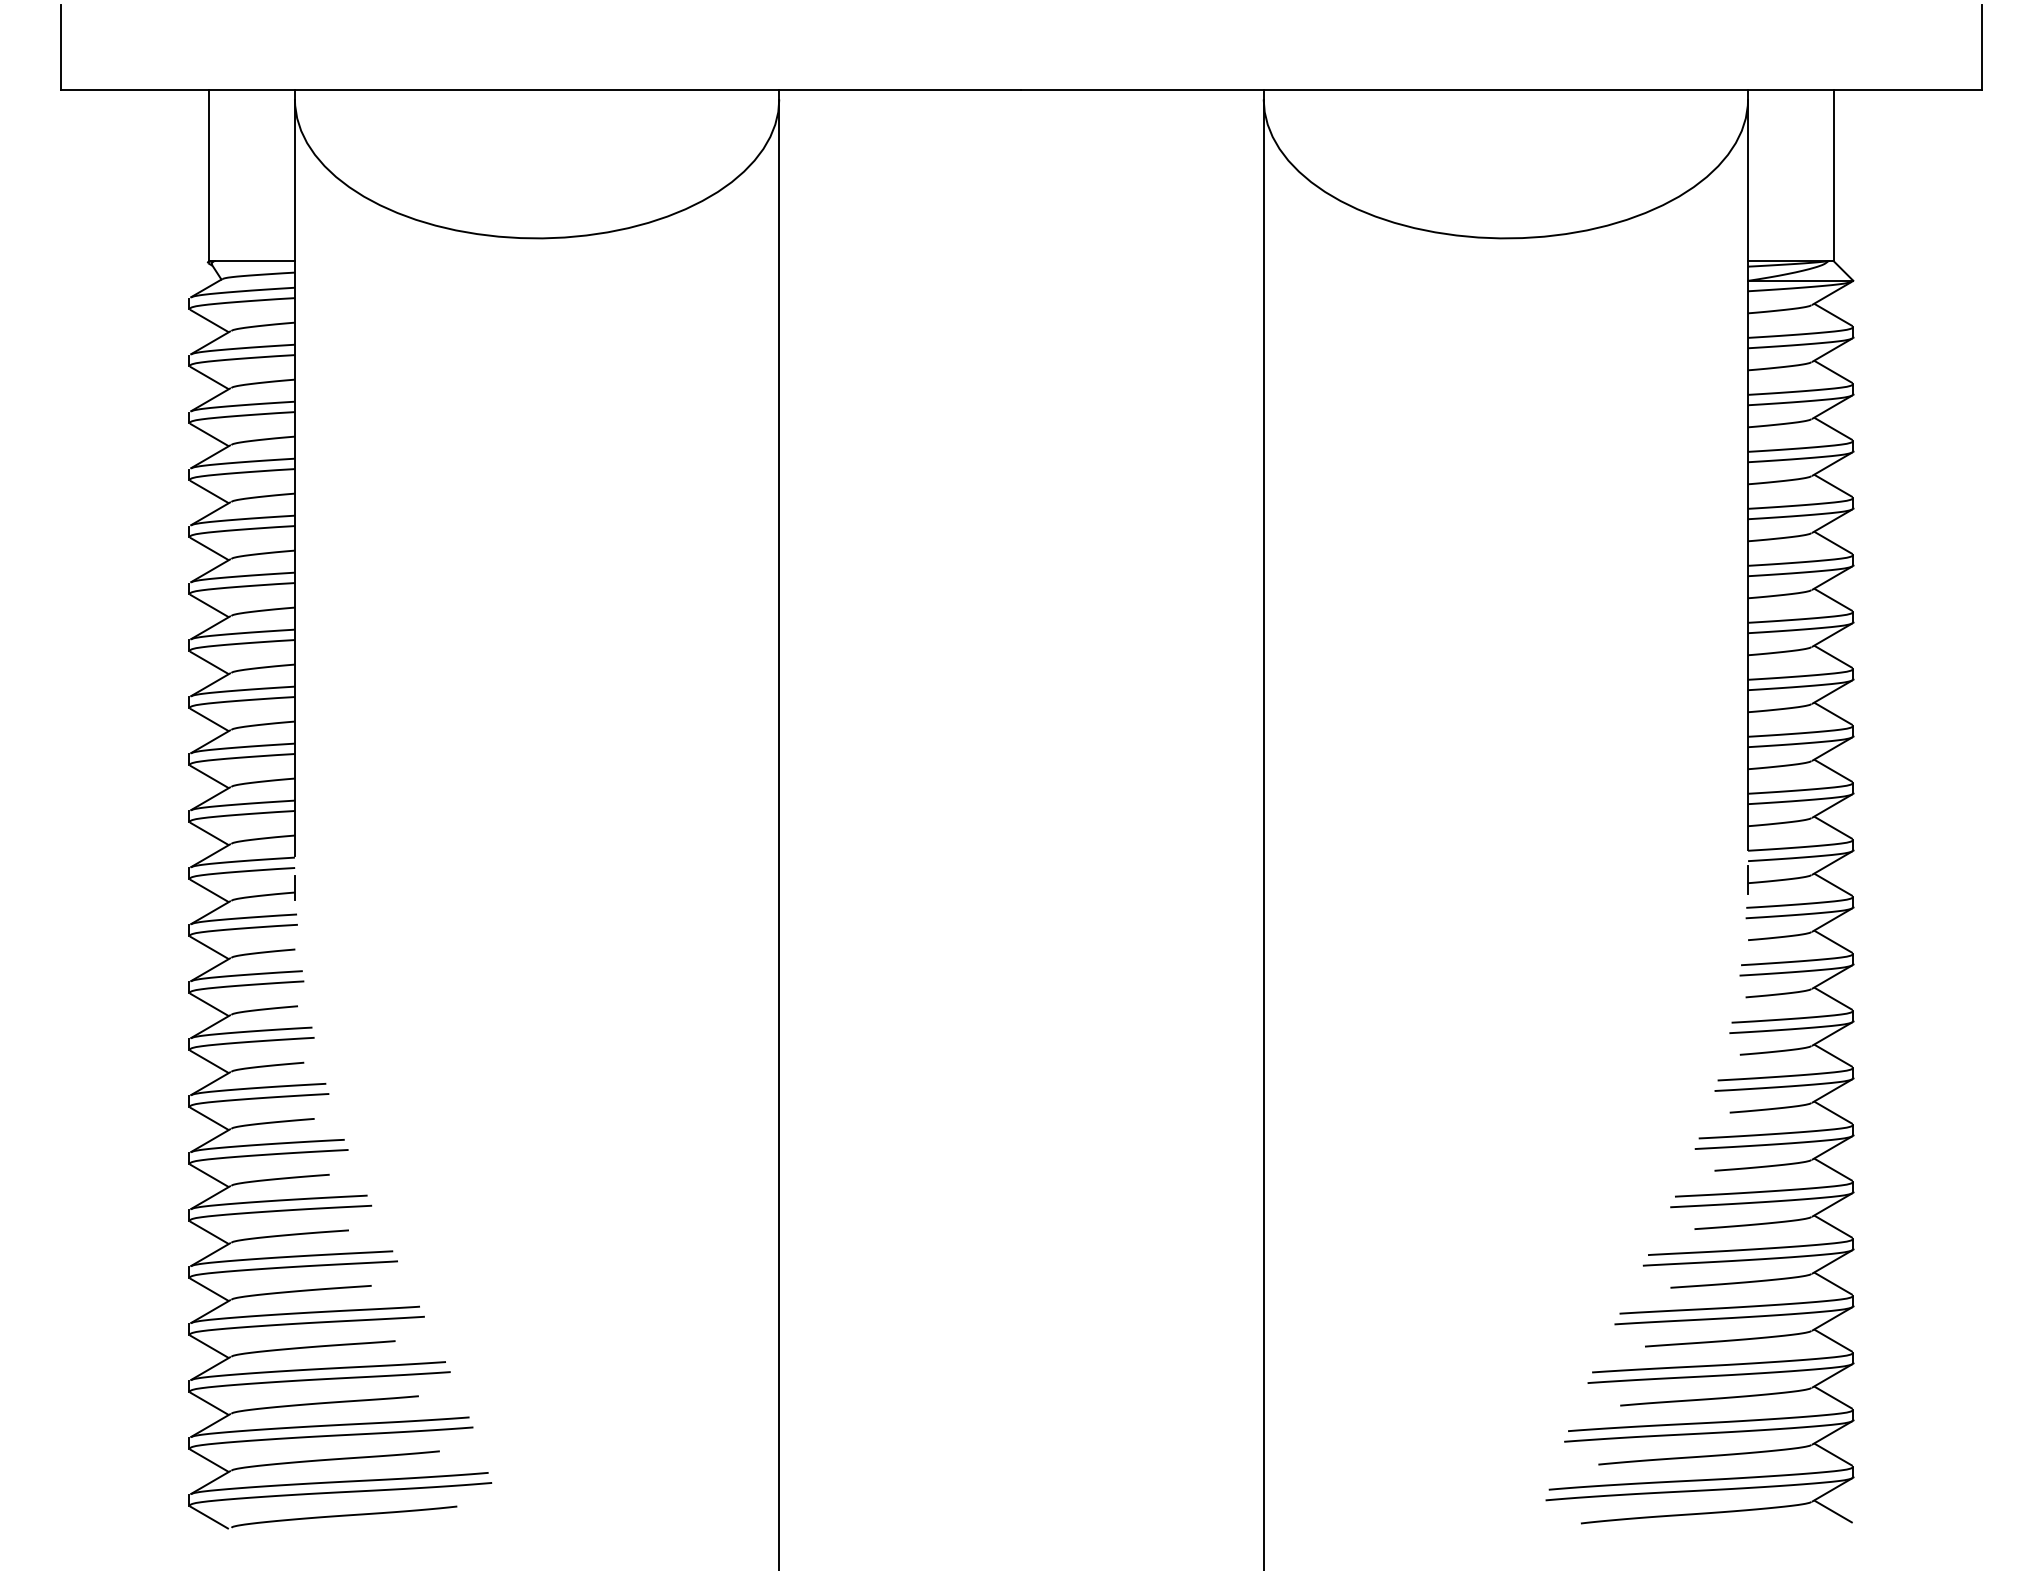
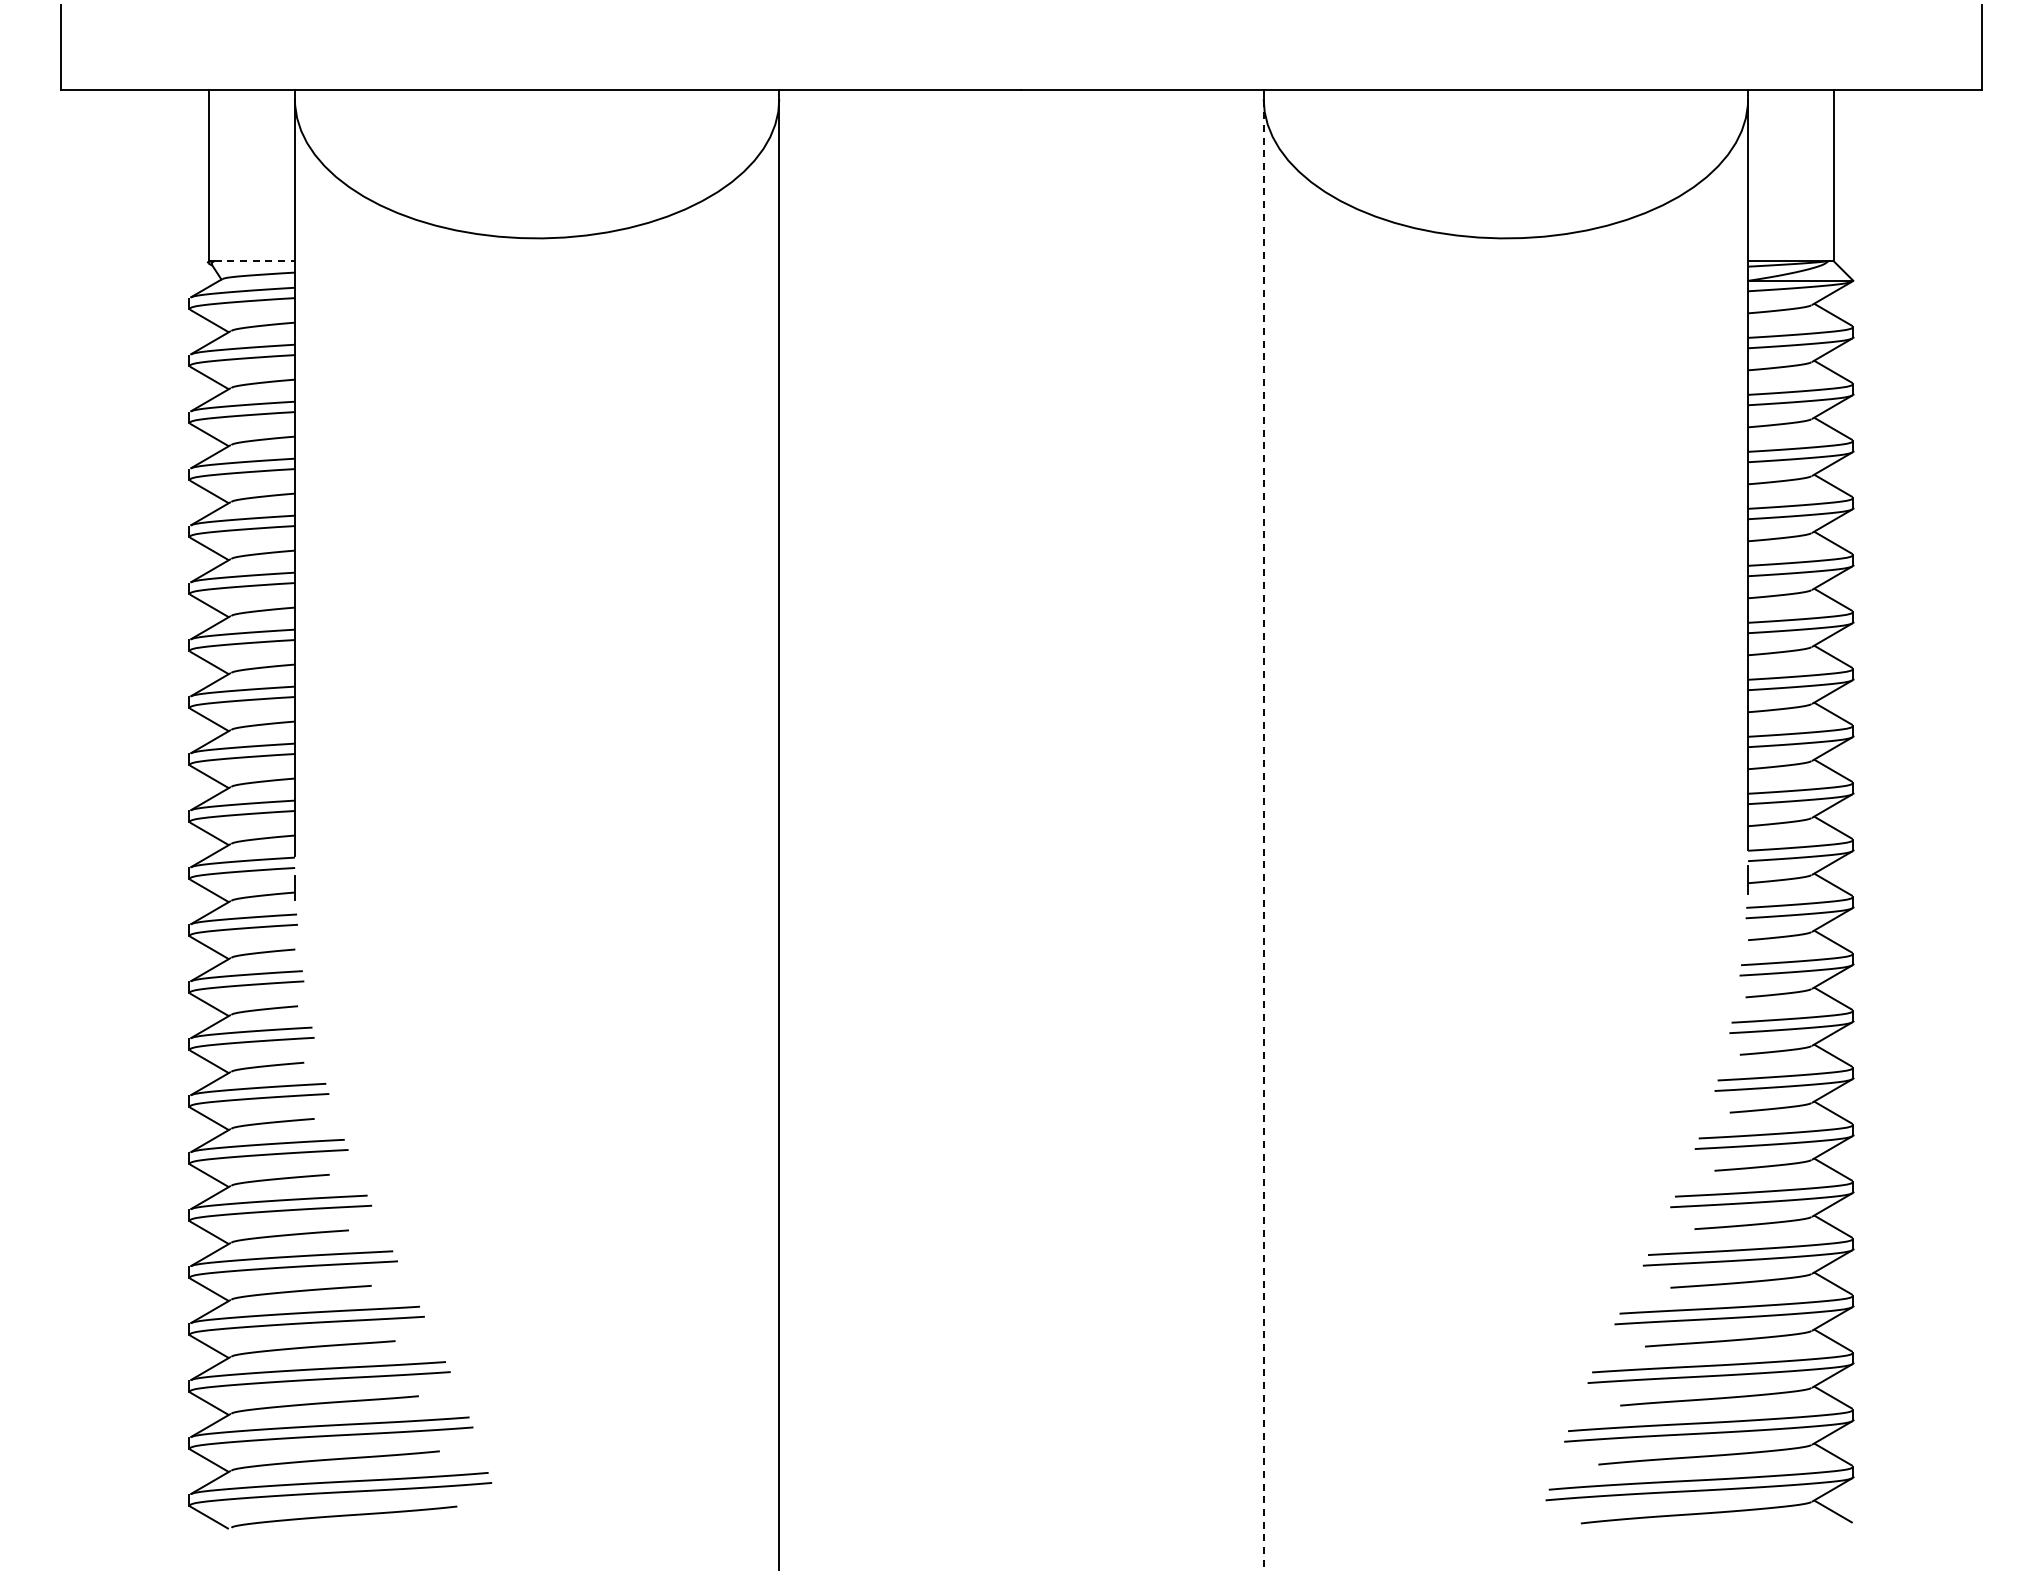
line at (255, 261): solid -> dashed
line at (1263, 835): solid -> dashed
